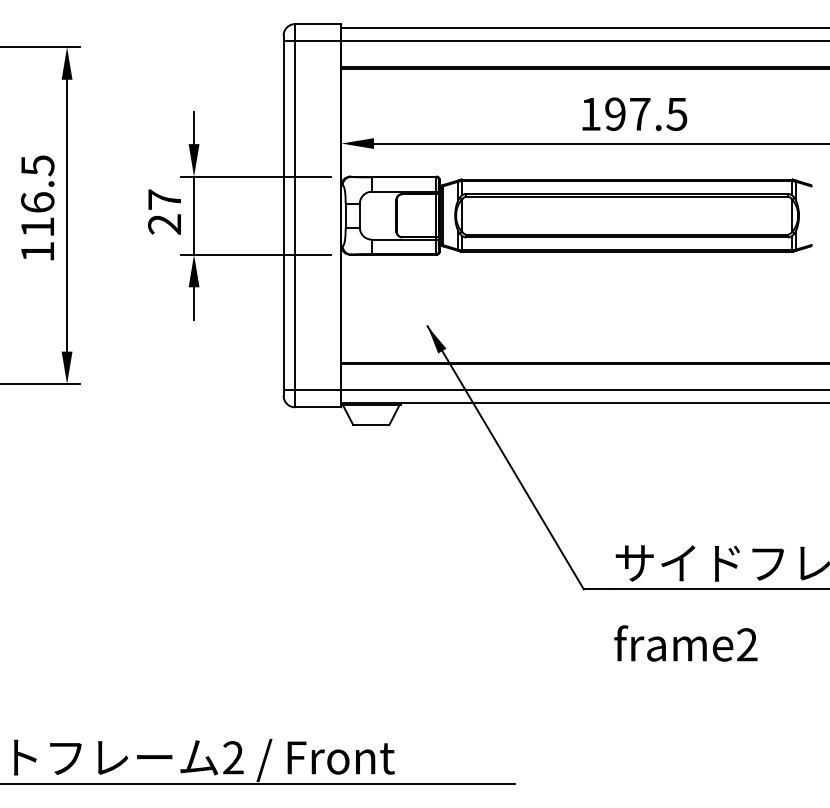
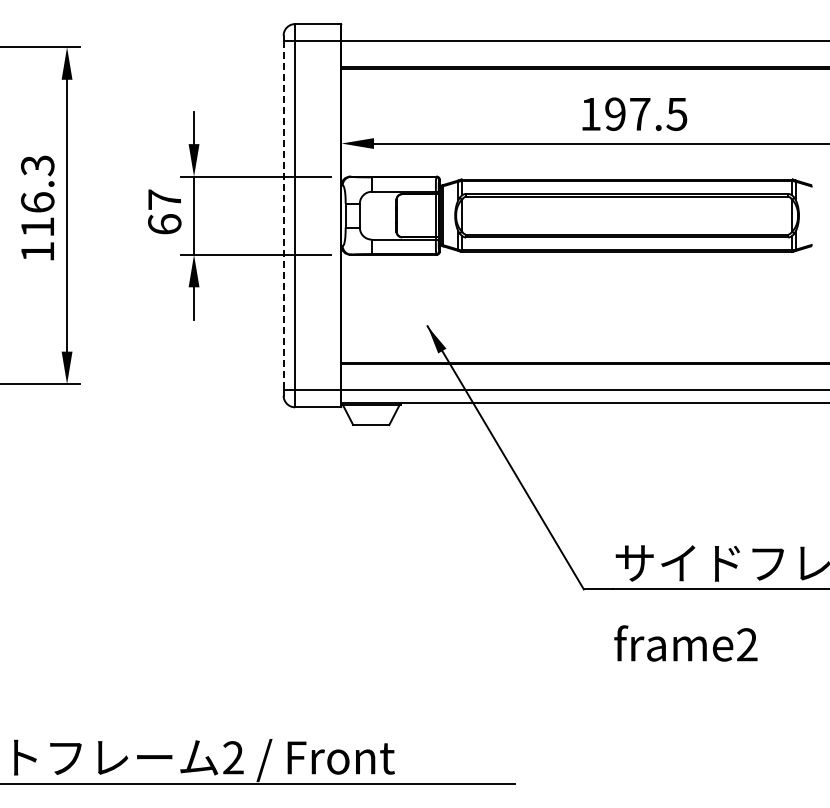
line at (583, 28): present -> none
text at (37, 165): 116.5 -> 116.3
line at (283, 216): solid -> dashed
text at (164, 224): 27 -> 67
